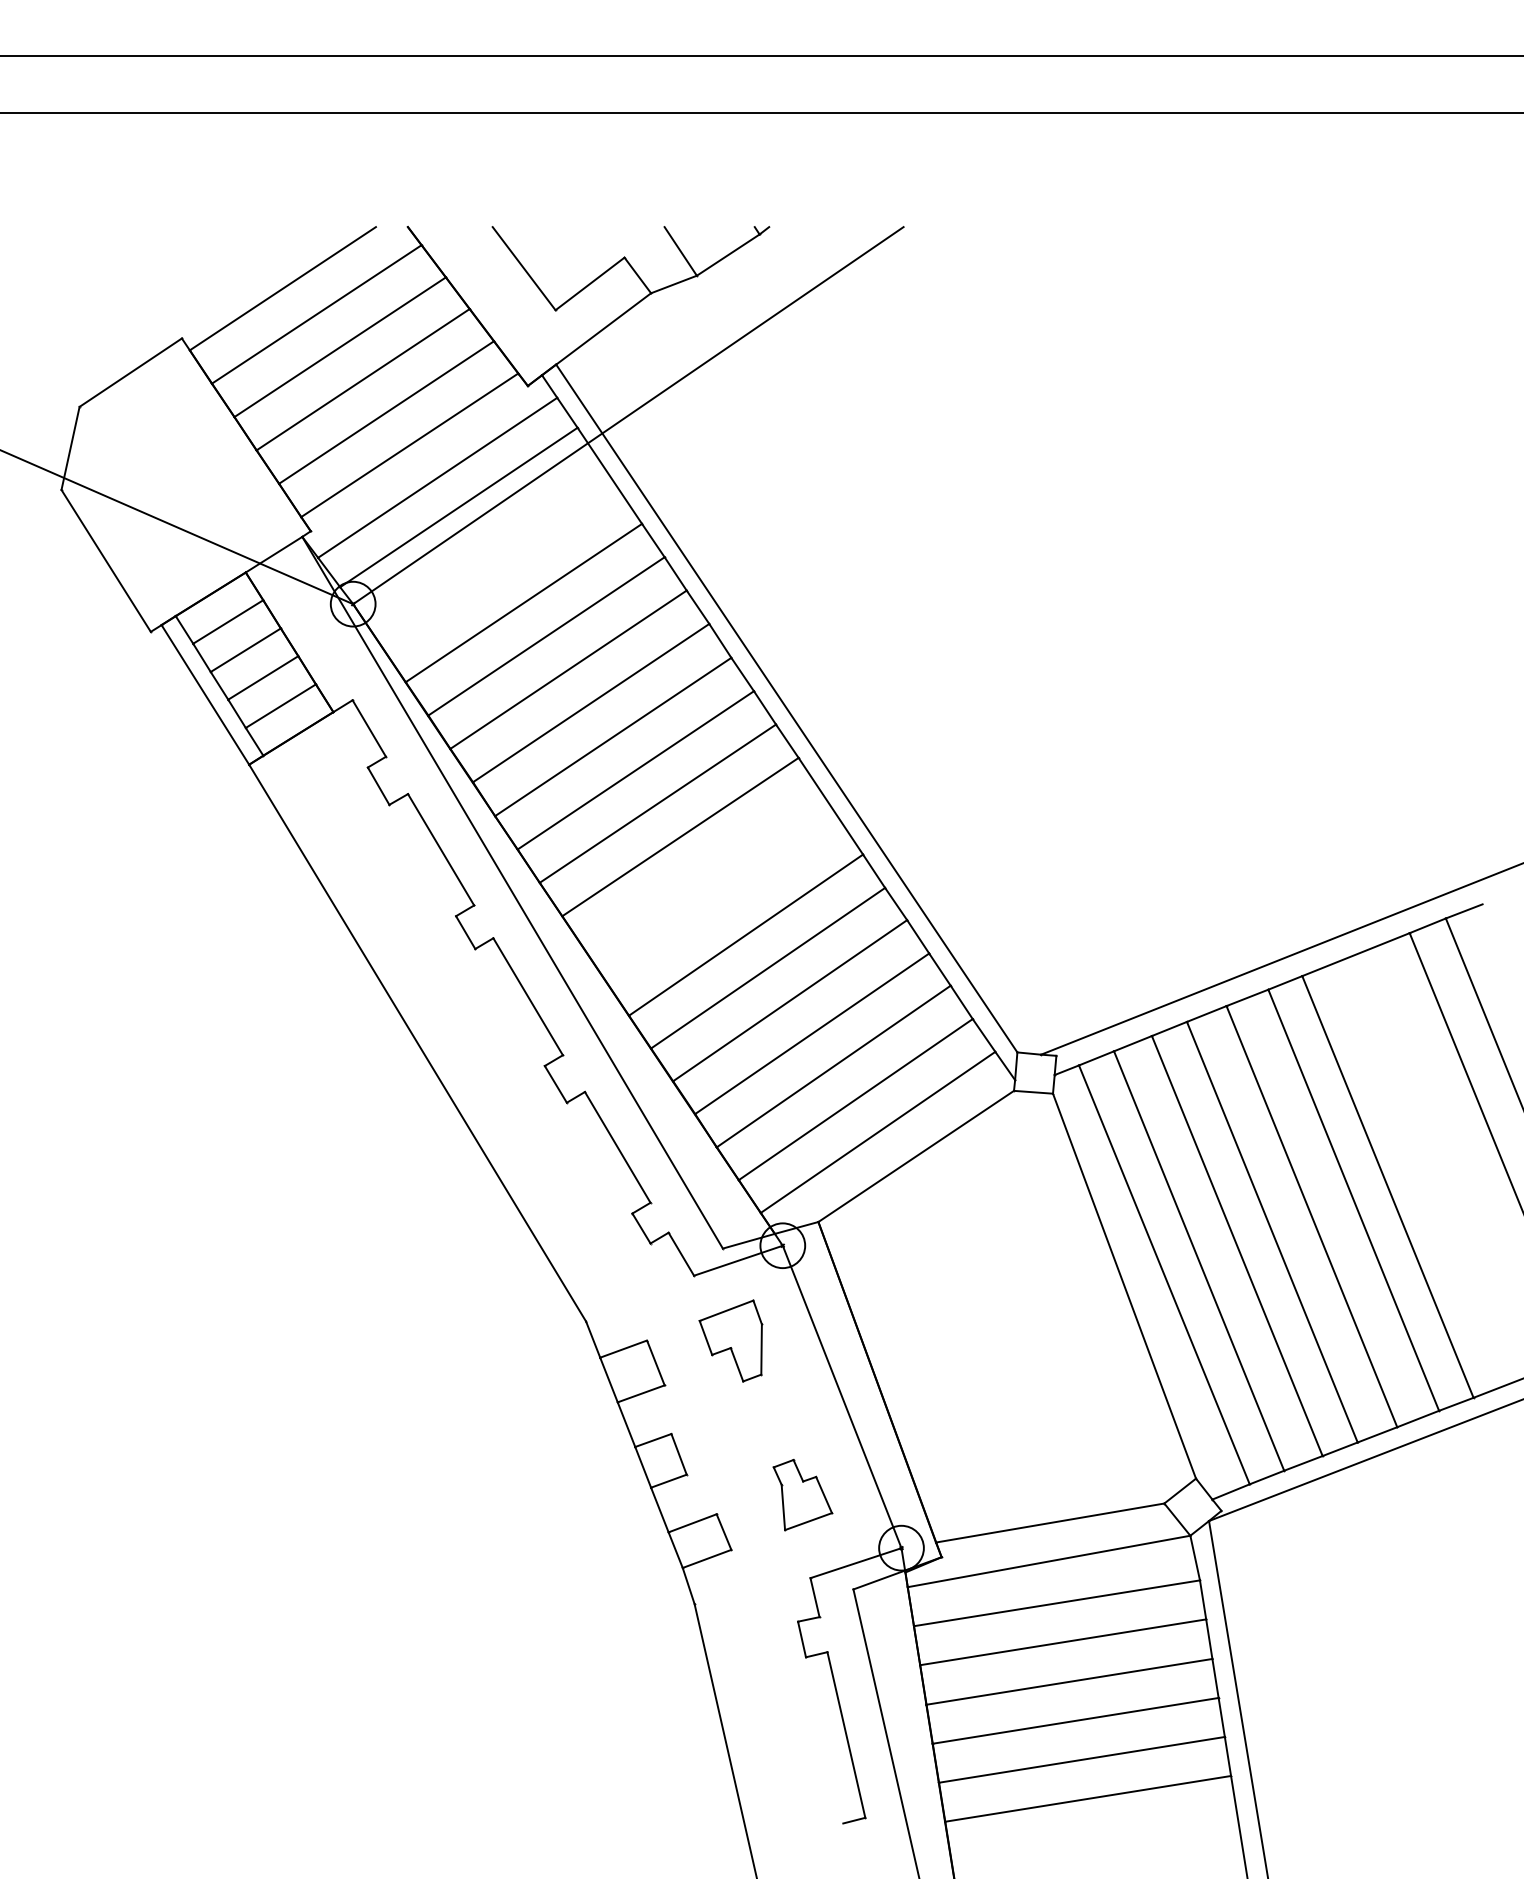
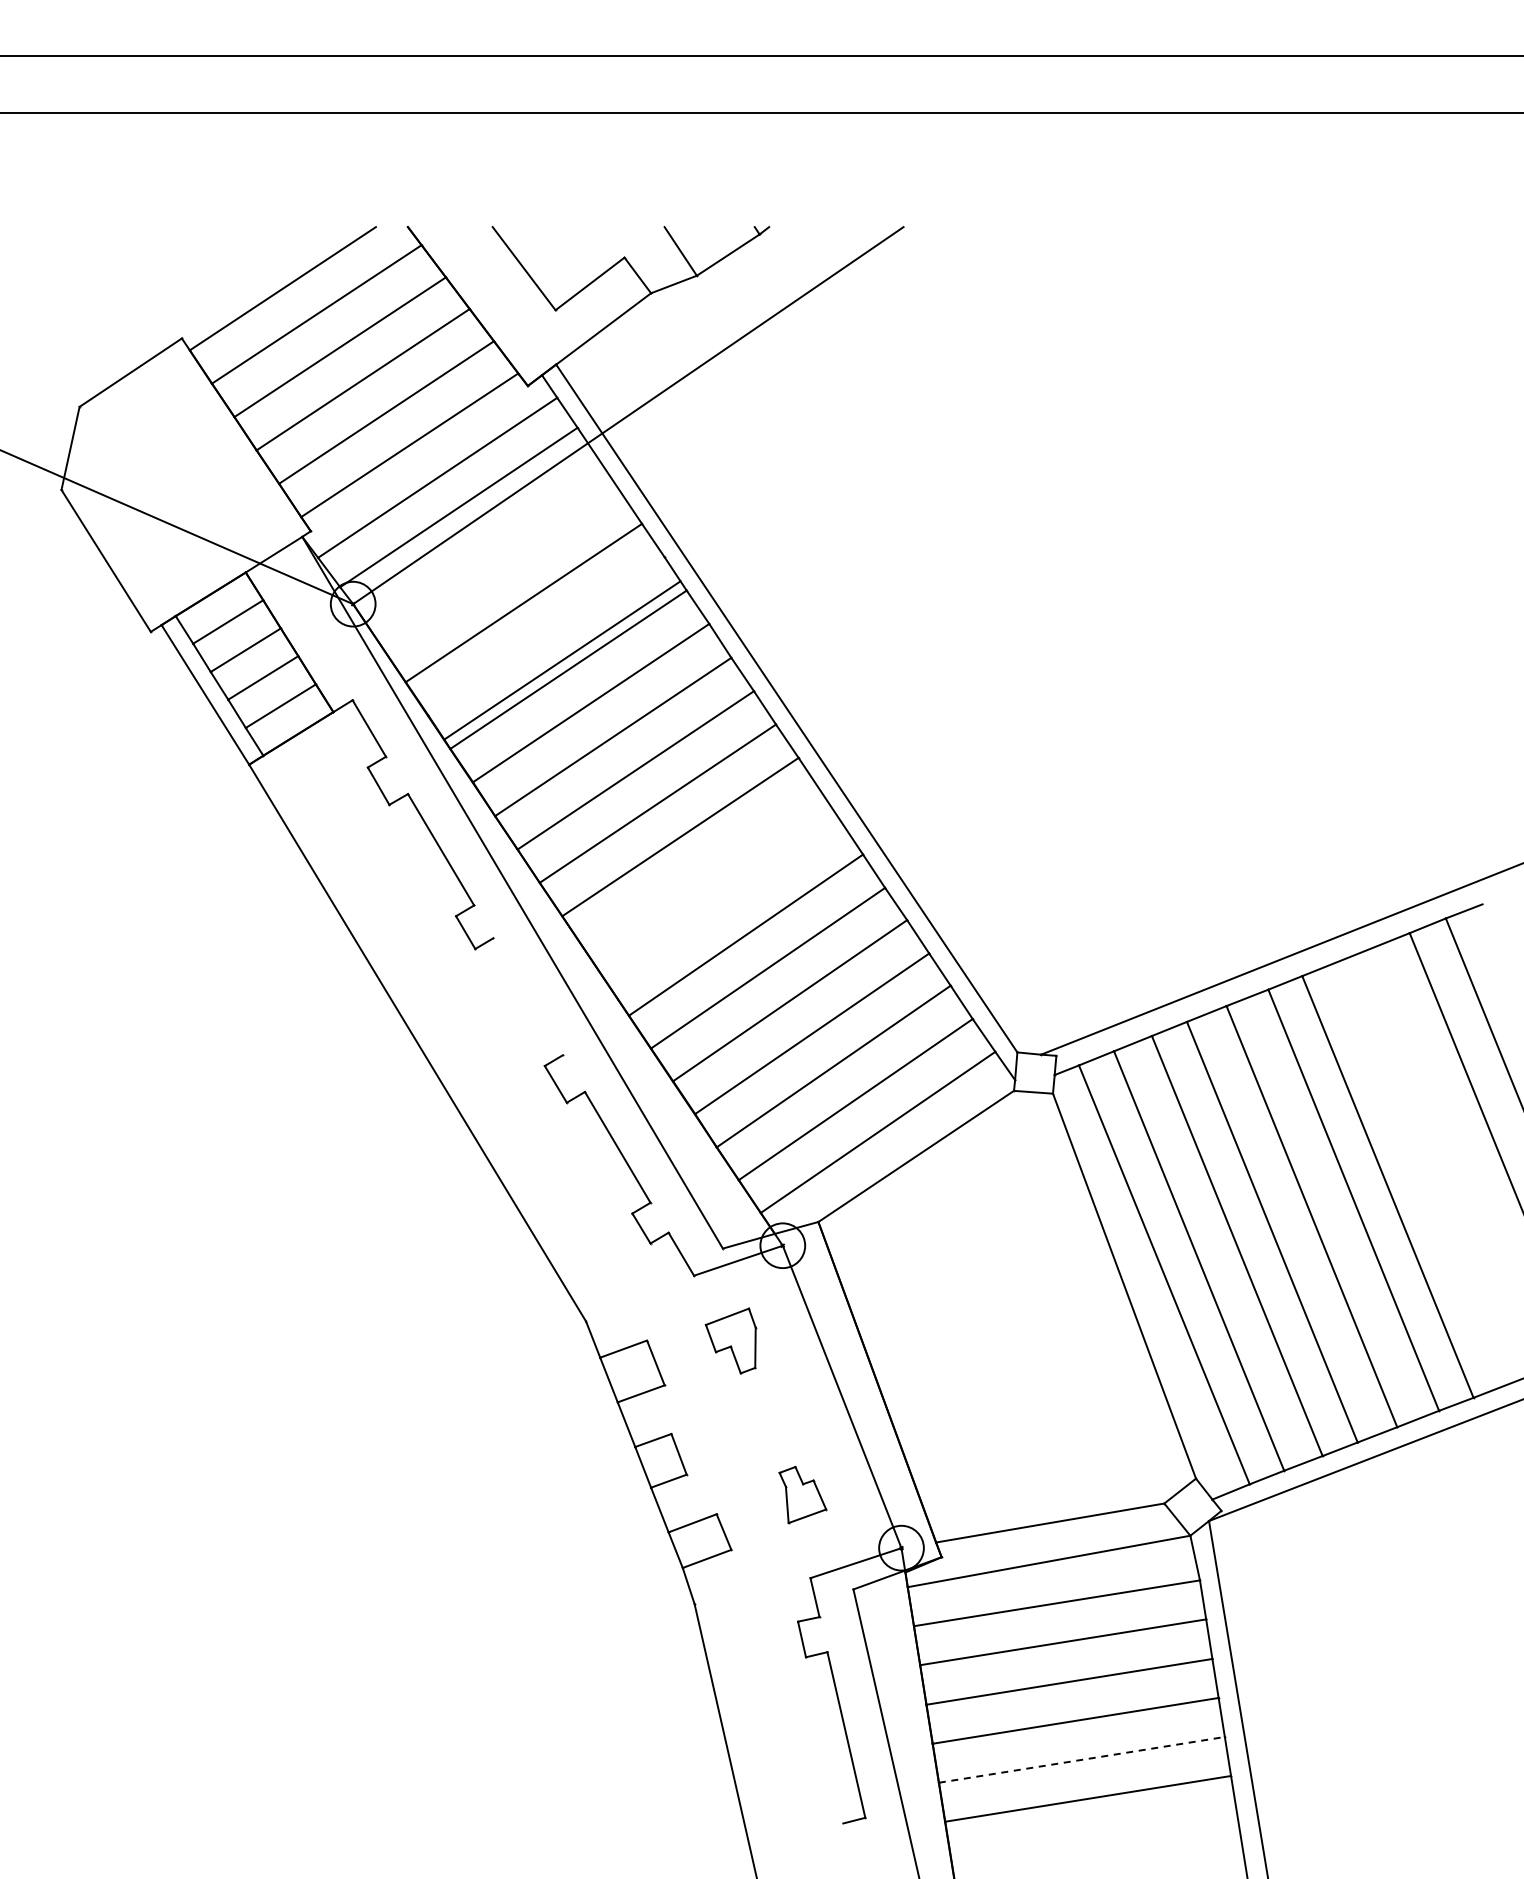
line at (546, 636) position: (546, 636) -> (562, 660)
line at (527, 996): present -> none
part at (730, 1340) size: 66x84 px -> 54x68 px
part at (802, 1494) size: 62x74 px -> 50x60 px
line at (1081, 1759): solid -> dashed
